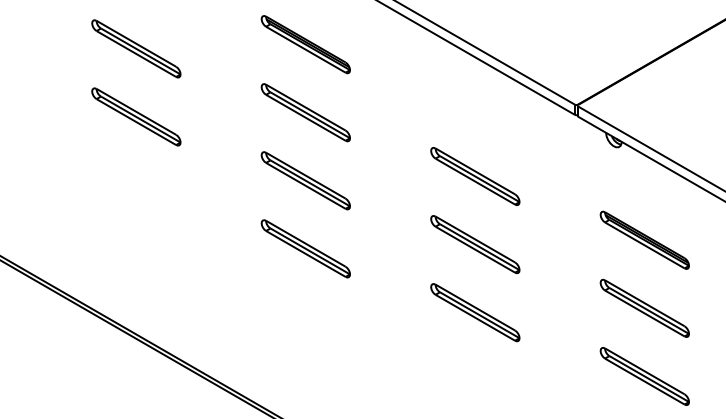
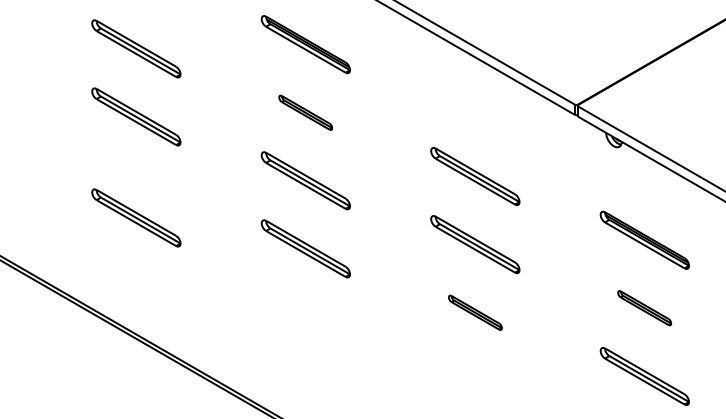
part at (305, 112) size: 91x60 px -> 56x37 px
part at (136, 217): none -> present
part at (644, 307) size: 91x60 px -> 56x37 px
part at (475, 312) size: 91x60 px -> 55x37 px
